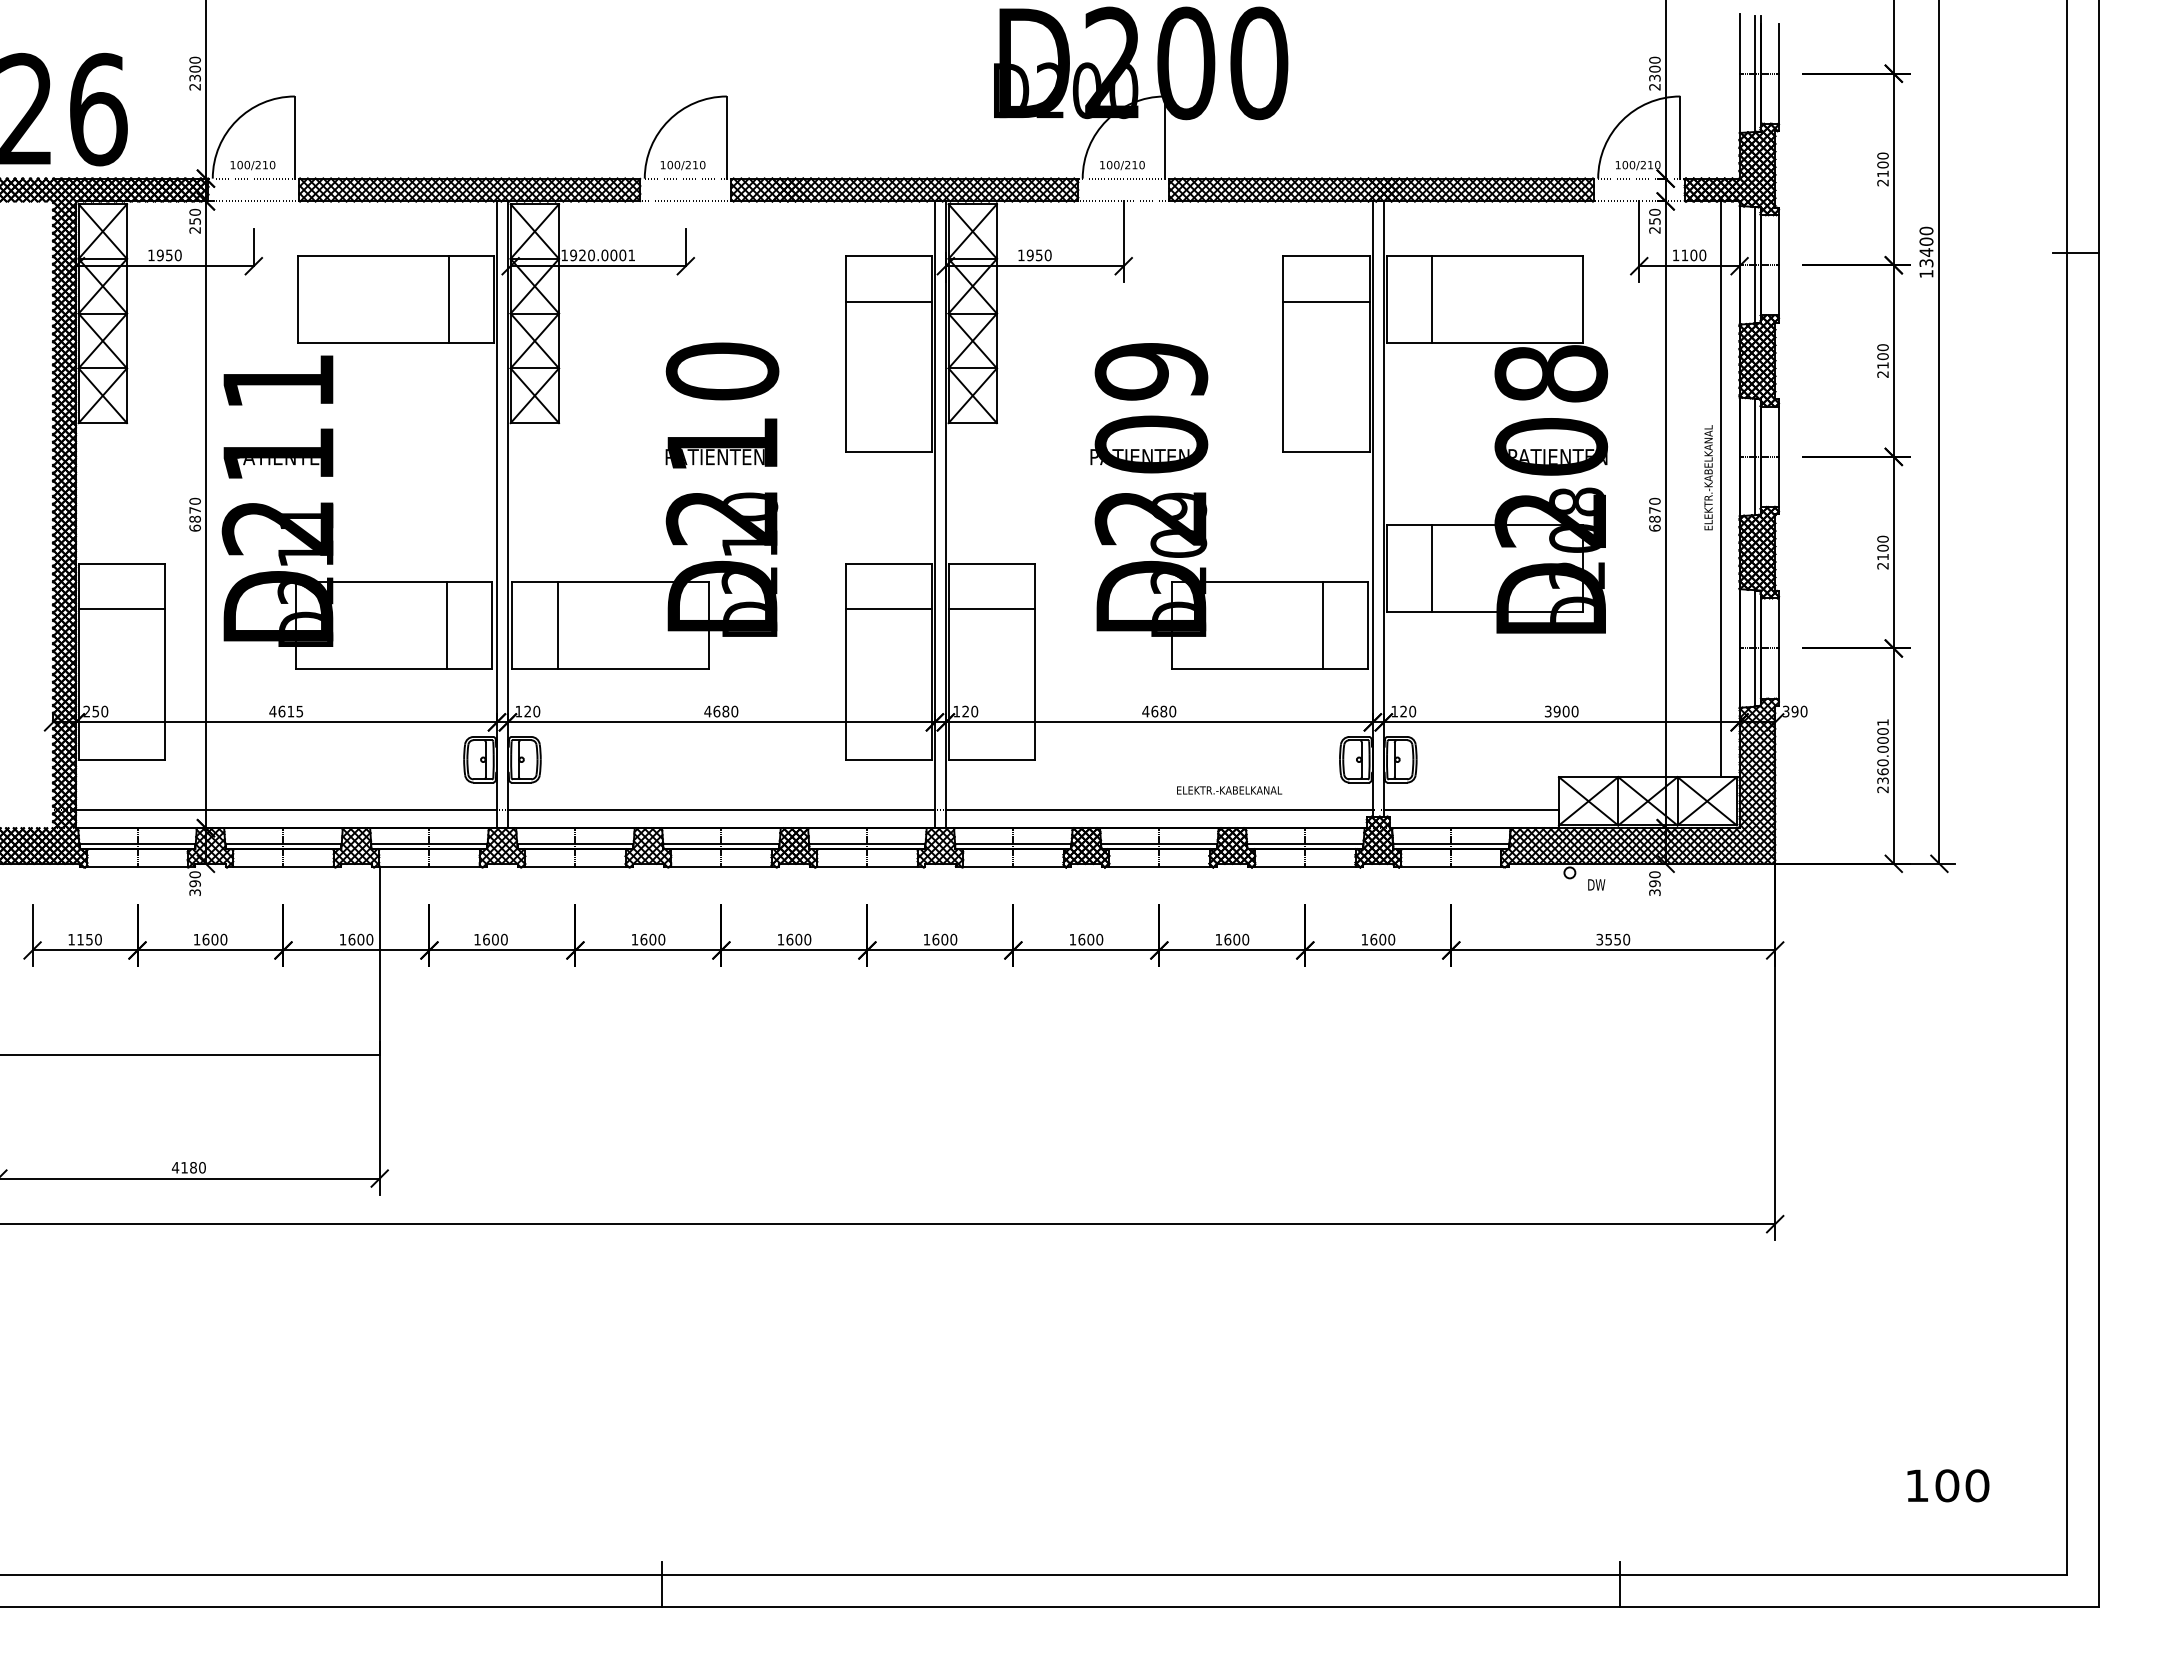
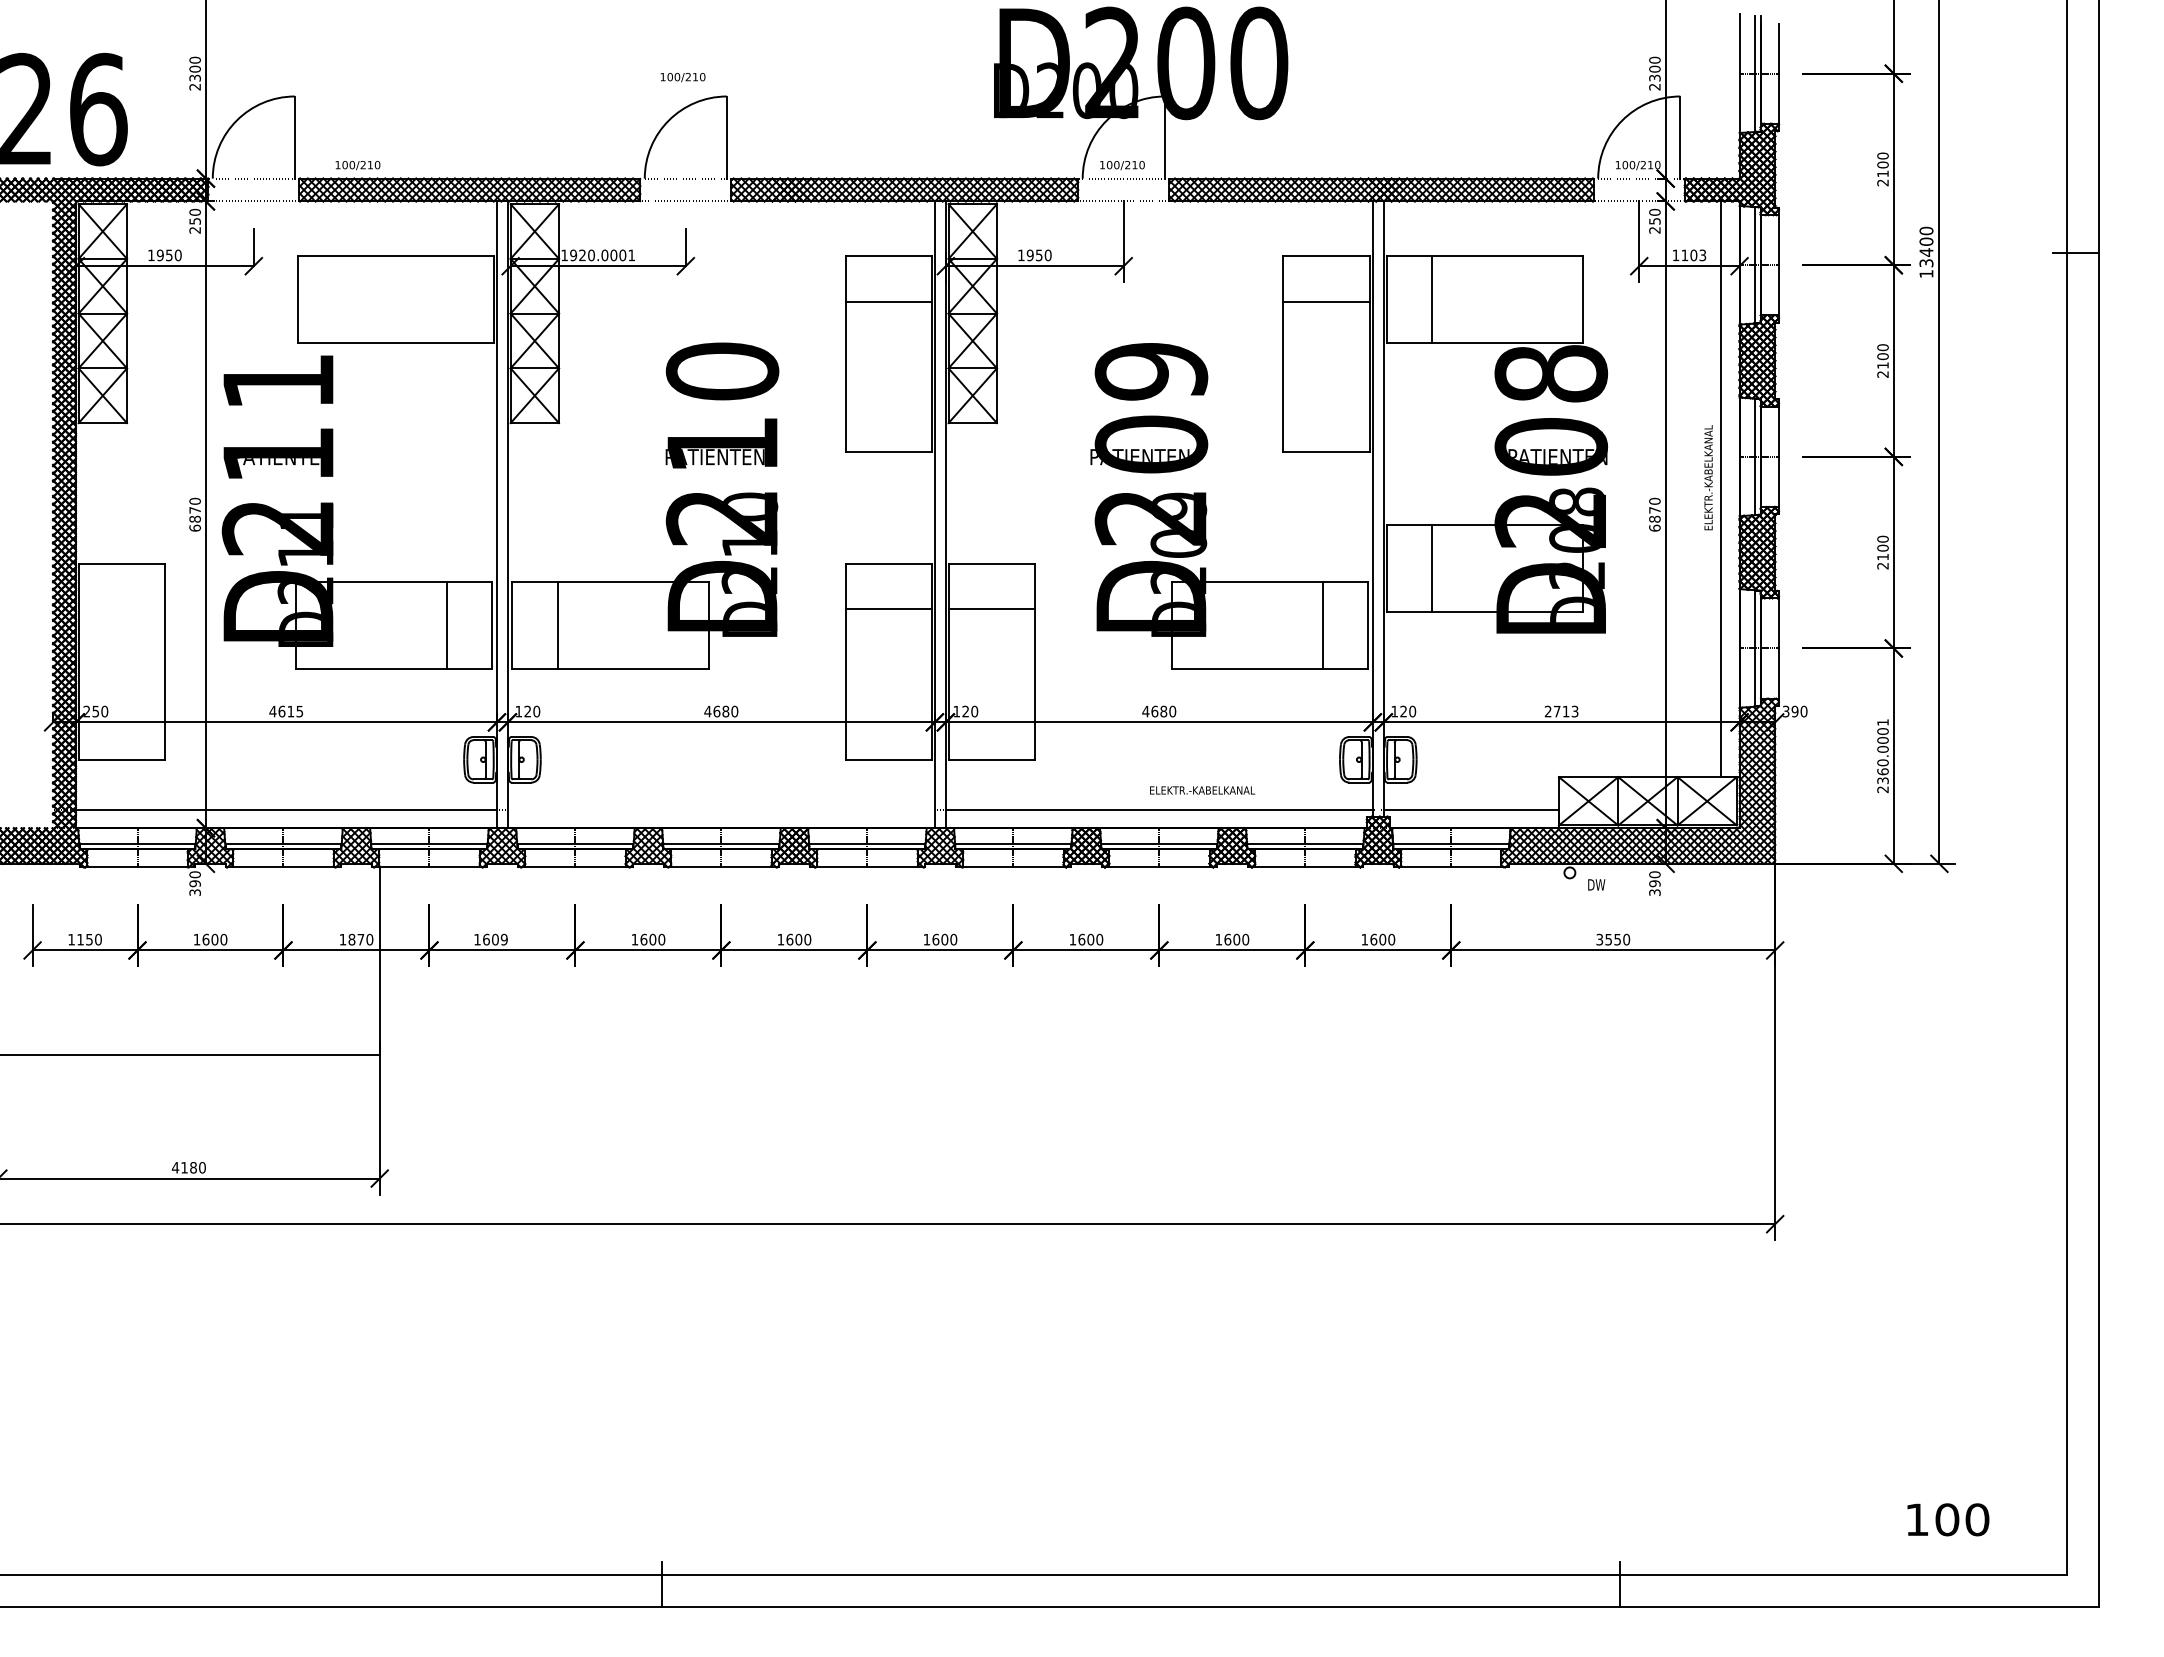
text at (252, 165) position: (252, 165) -> (357, 165)
text at (682, 165) position: (682, 165) -> (682, 77)
text at (1702, 255): 1100 -> 1103
line at (448, 299): present -> none
line at (121, 609): present -> none
text at (1561, 711): 3900 -> 2713
text at (1229, 790) position: (1229, 790) -> (1202, 790)
line at (720, 809): present -> none
text at (356, 939): 1600 -> 1870
text at (503, 939): 1600 -> 1609
text at (1948, 1485) position: (1948, 1485) -> (1948, 1519)
